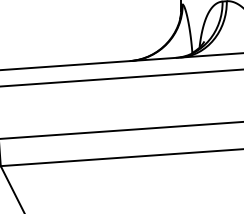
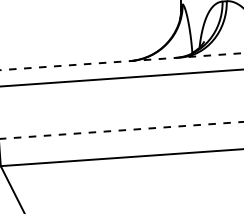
line at (121, 61): solid -> dashed
line at (122, 130): solid -> dashed
